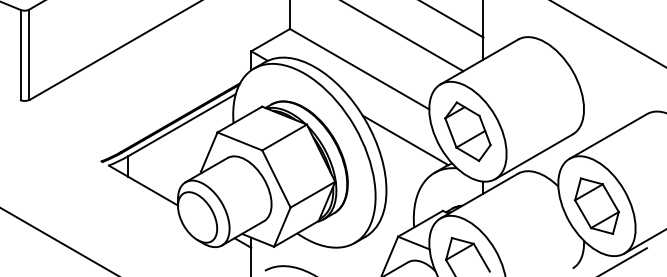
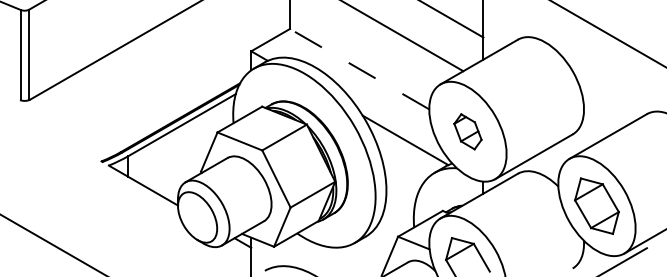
line at (359, 68): solid -> dashed
part at (467, 131) size: 48x62 px -> 30x38 px
line at (58, 240) position: (58, 240) -> (52, 244)
